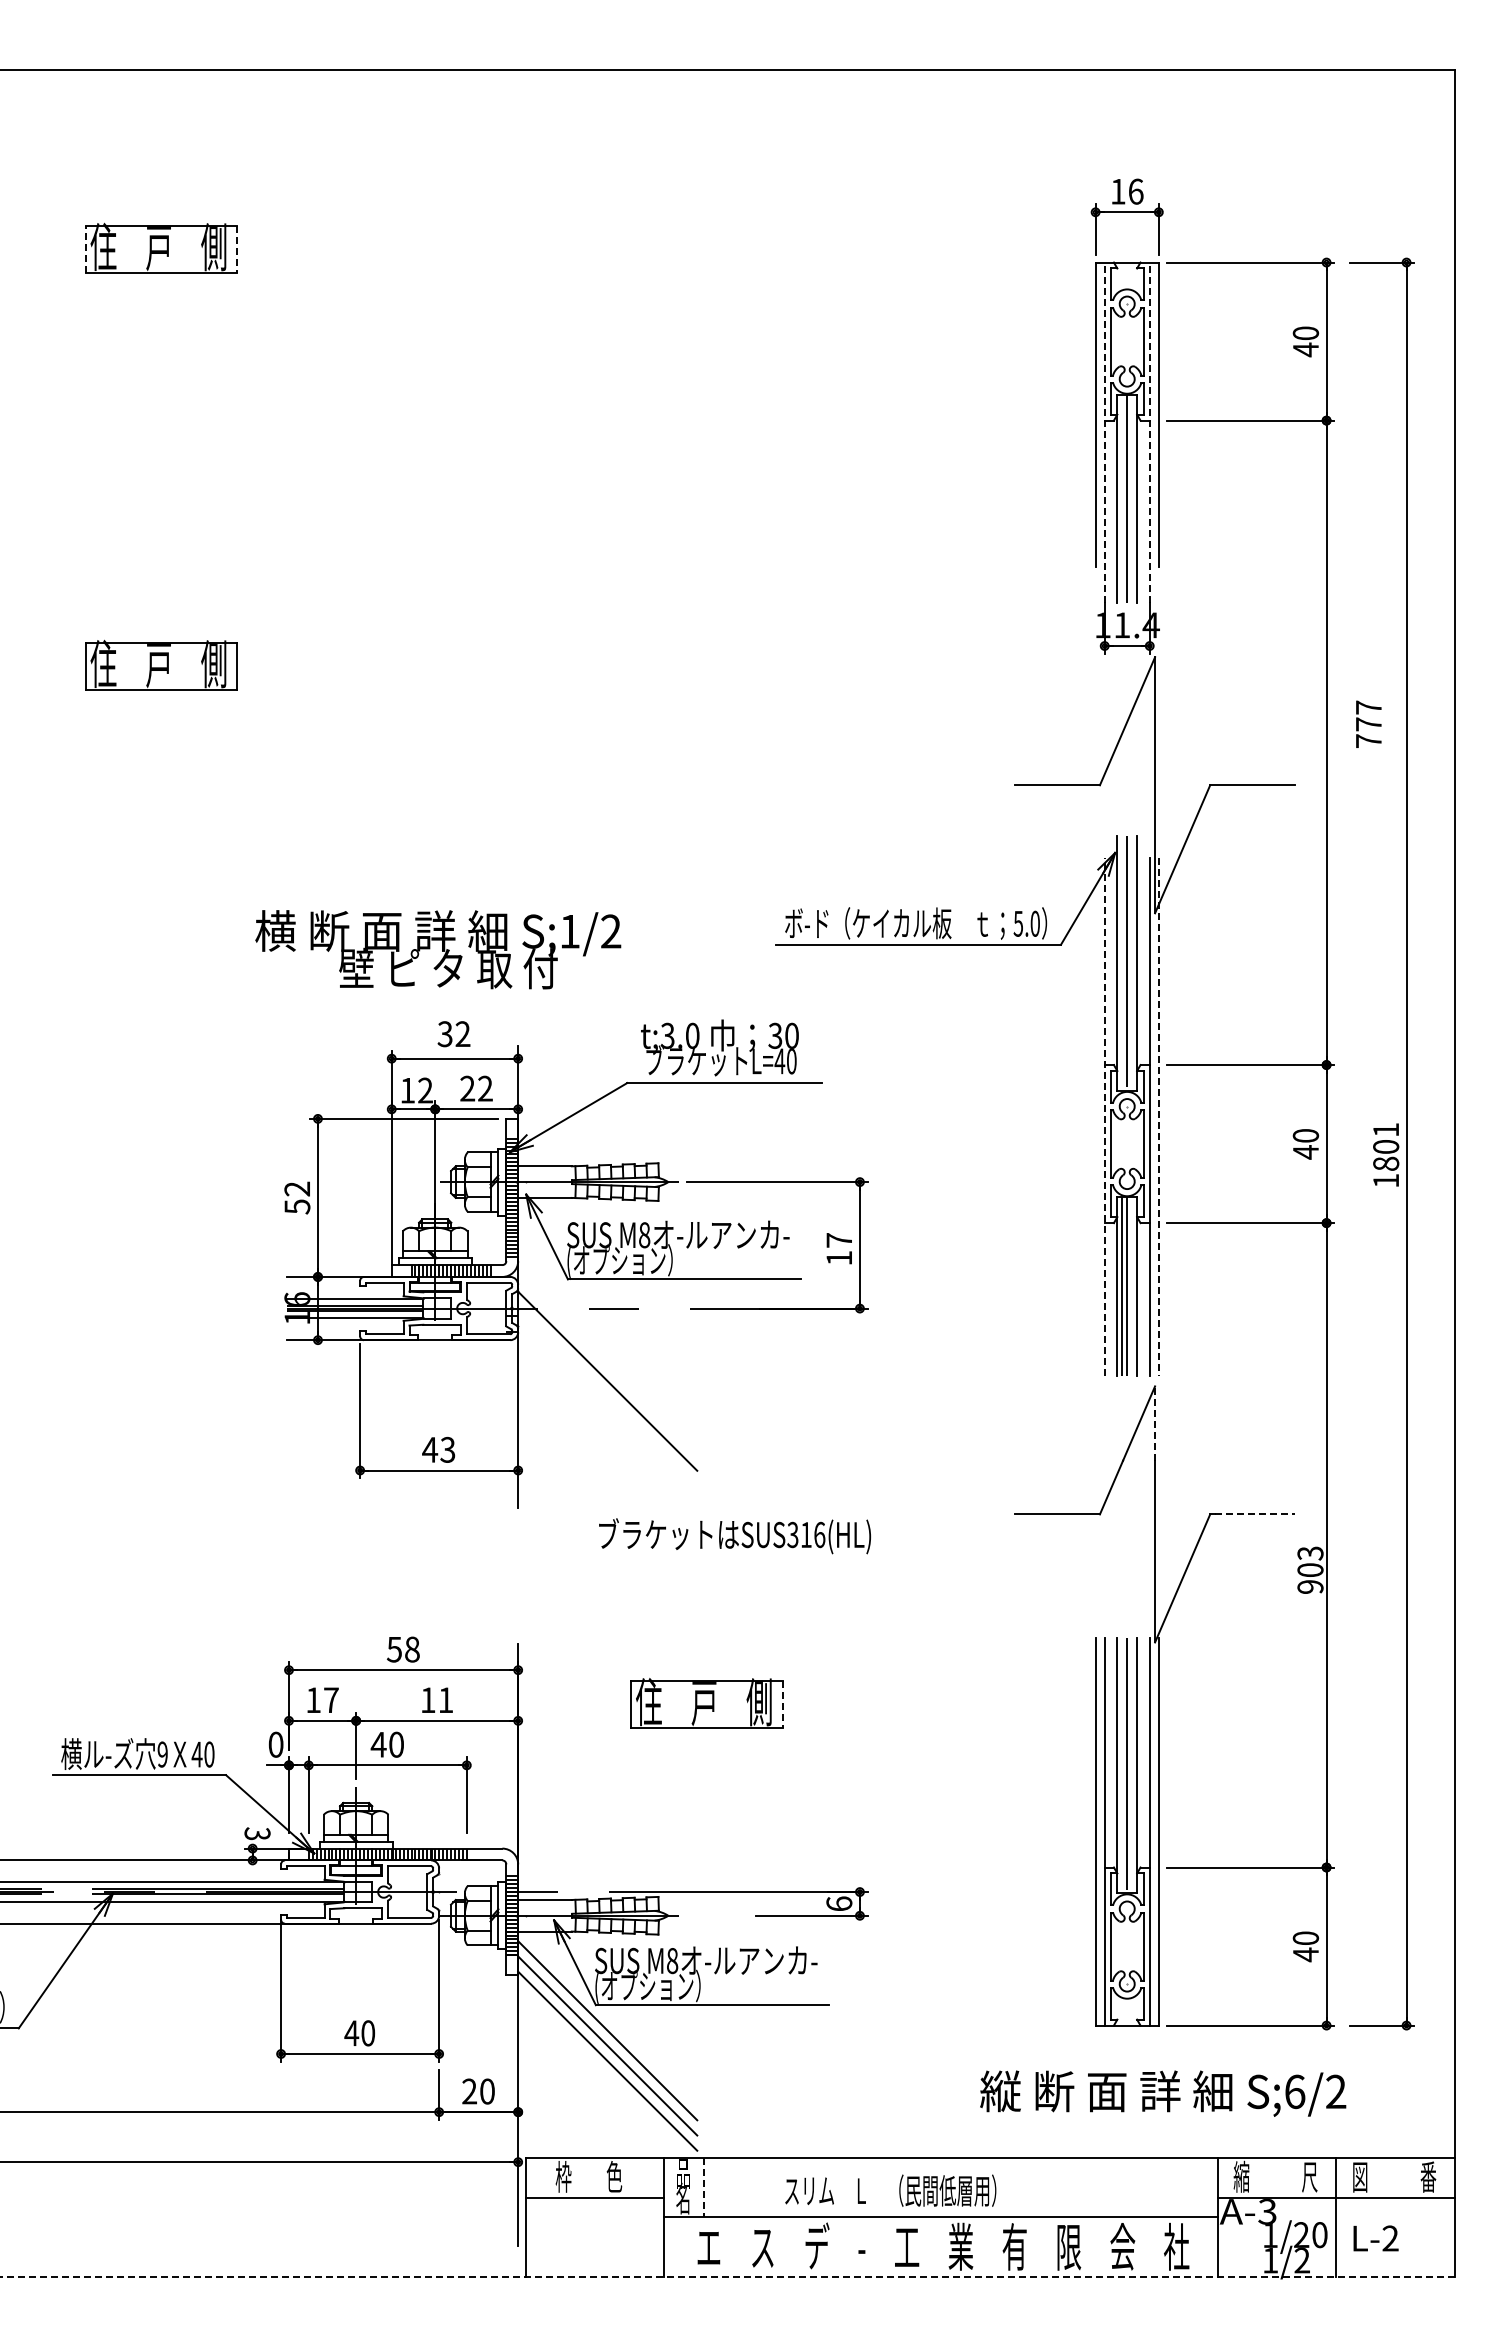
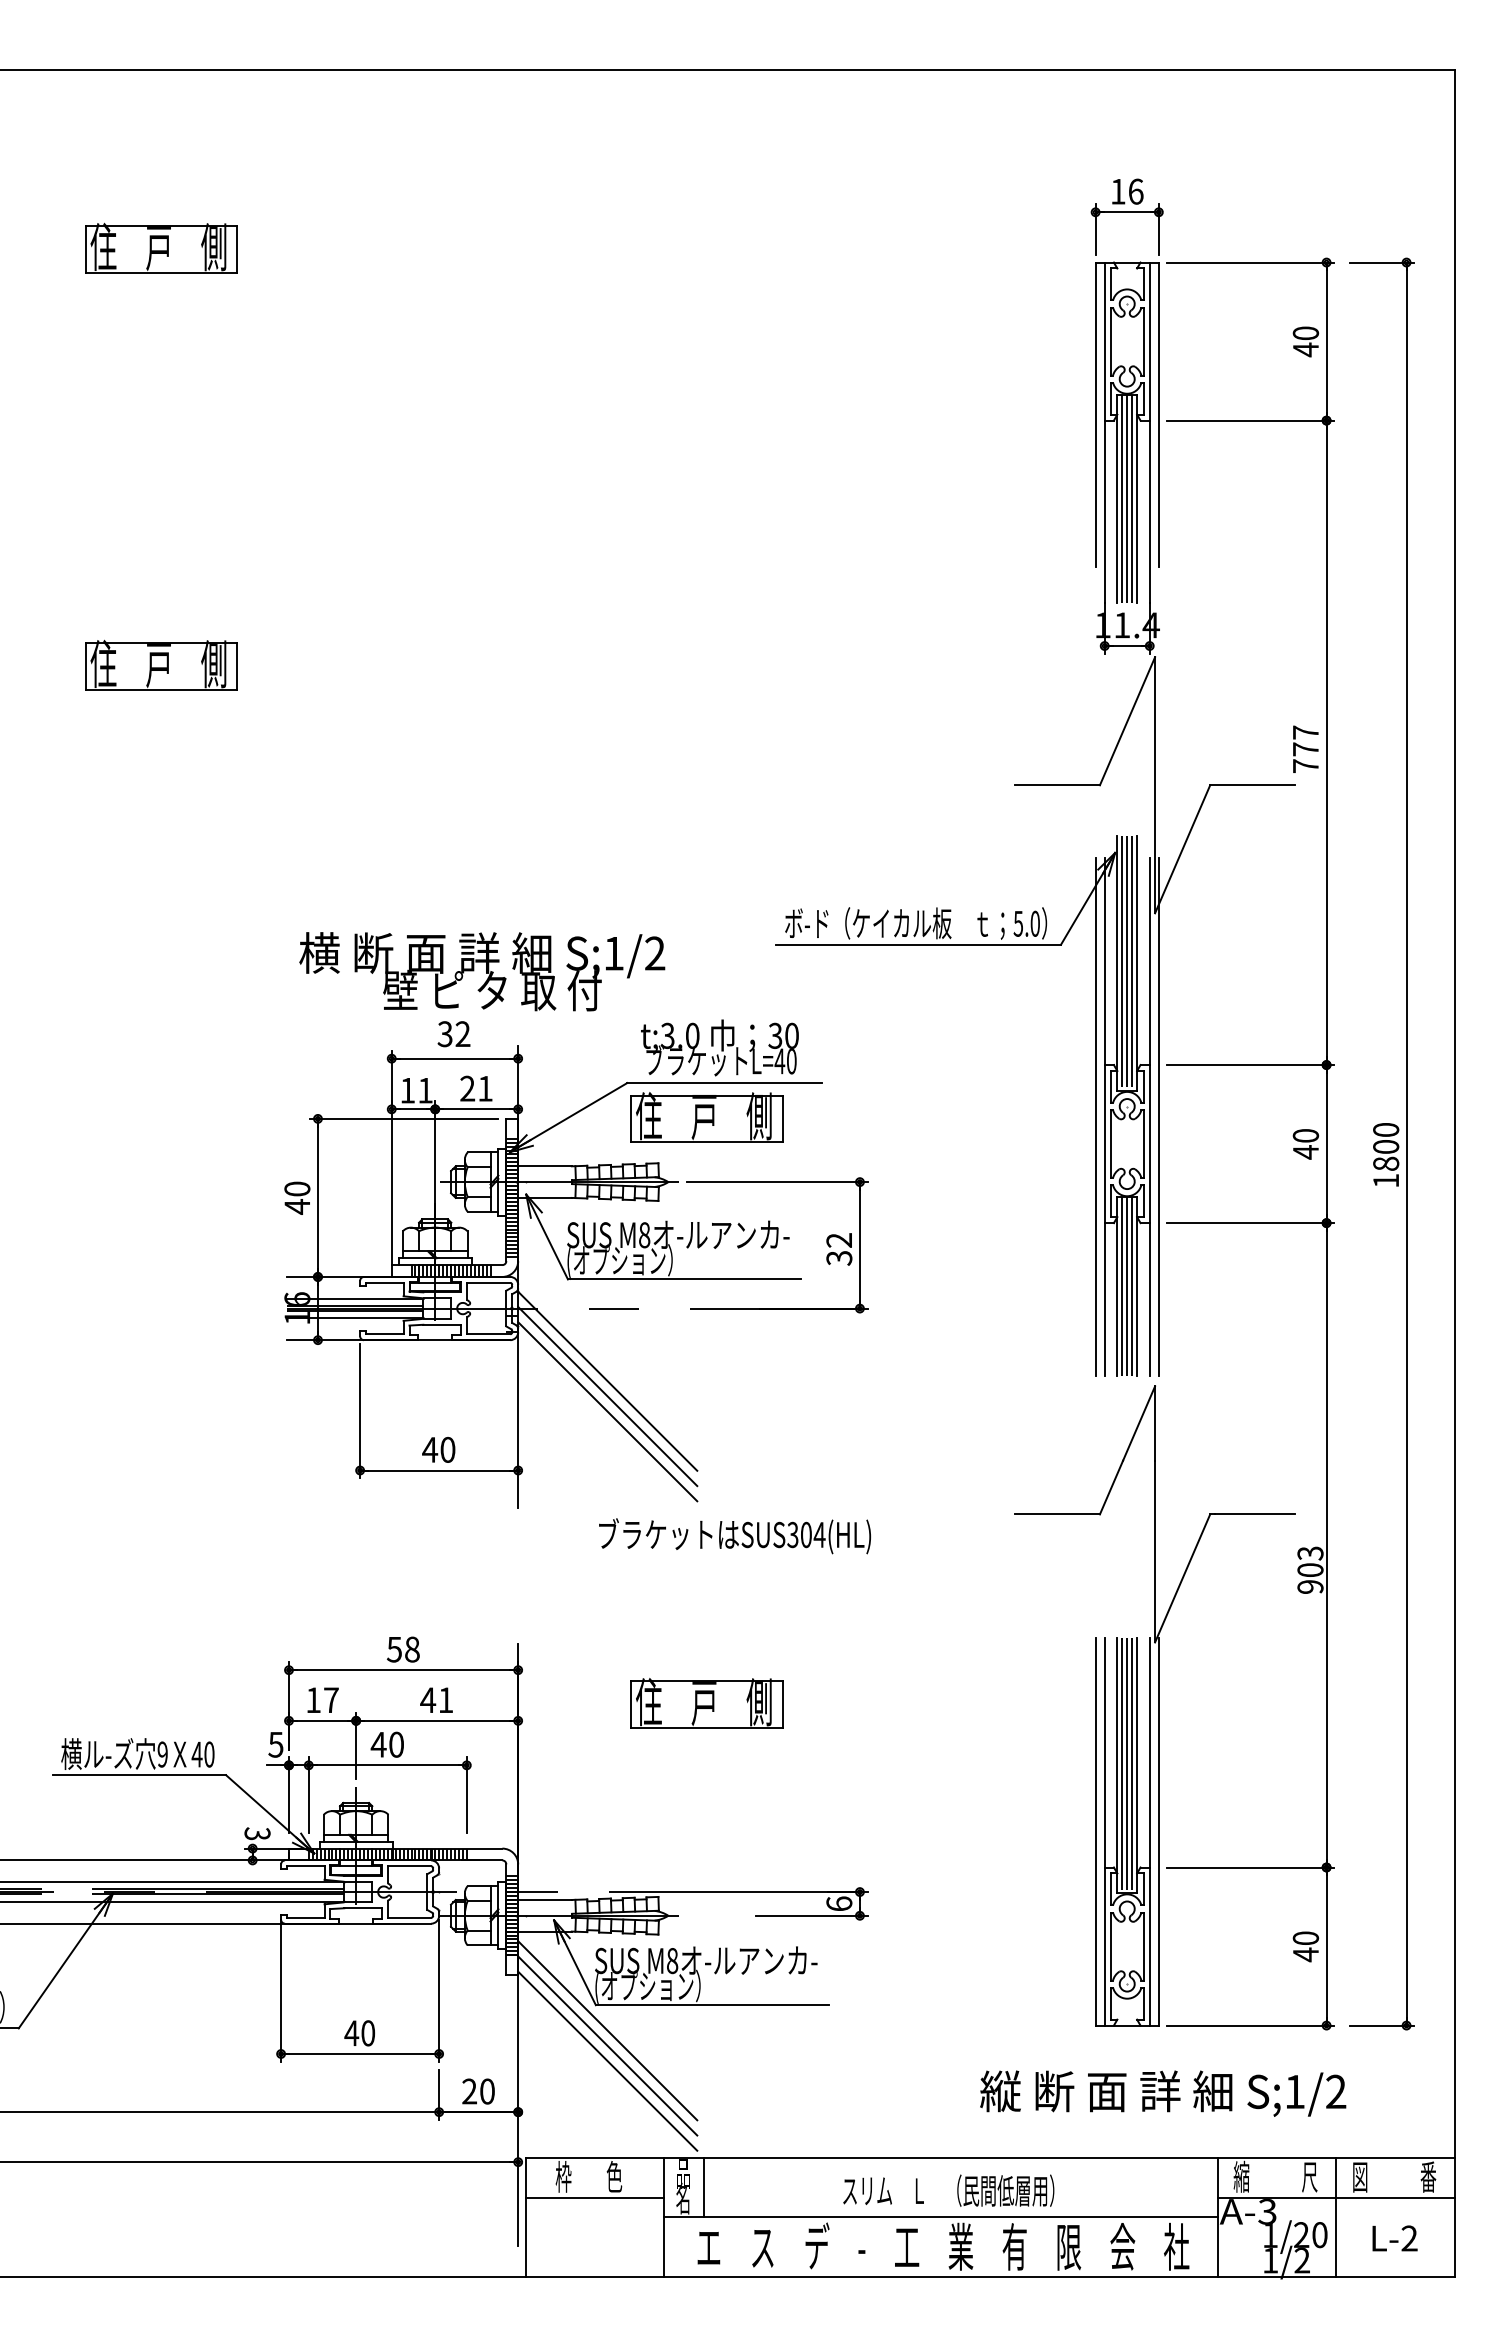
line at (85, 249): dashed -> solid
line at (237, 250): dashed -> solid
line at (1104, 432): dashed -> solid
line at (1149, 432): dashed -> solid
line at (1122, 498): none -> present
line at (1132, 498): none -> present
text at (1368, 723) position: (1368, 723) -> (1305, 748)
text at (438, 949) position: (438, 949) -> (482, 971)
line at (1122, 962): none -> present
line at (1132, 962): none -> present
text at (485, 1088): 22 -> 21
text at (425, 1090): 12 -> 11
line at (1104, 1116): dashed -> solid
part at (706, 1117): none -> present
line at (1095, 1117): none -> present
line at (1158, 1117): dashed -> solid
text at (1386, 1129): 1801 -> 1800
text at (297, 1197): 52 -> 40
text at (839, 1249): 17 -> 32
line at (1132, 1286): none -> present
line at (607, 1396): none -> present
line at (607, 1411): none -> present
line at (1155, 1423): dashed -> solid
text at (447, 1449): 43 -> 40
line at (1254, 1514): dashed -> solid
text at (813, 1534): SUS316(HL) -> SUS304(HL)
text at (428, 1699): 11 -> 41
line at (782, 1705): dashed -> solid
text at (275, 1744): 0 -> 5
line at (1122, 1765): none -> present
line at (1132, 1765): none -> present
text at (1295, 2091): S;6/2 -> S;1/2
line at (704, 2187): dashed -> solid
text at (890, 2190) position: (890, 2190) -> (948, 2190)
text at (1375, 2238) position: (1375, 2238) -> (1394, 2238)
line at (726, 2276): dashed -> solid
